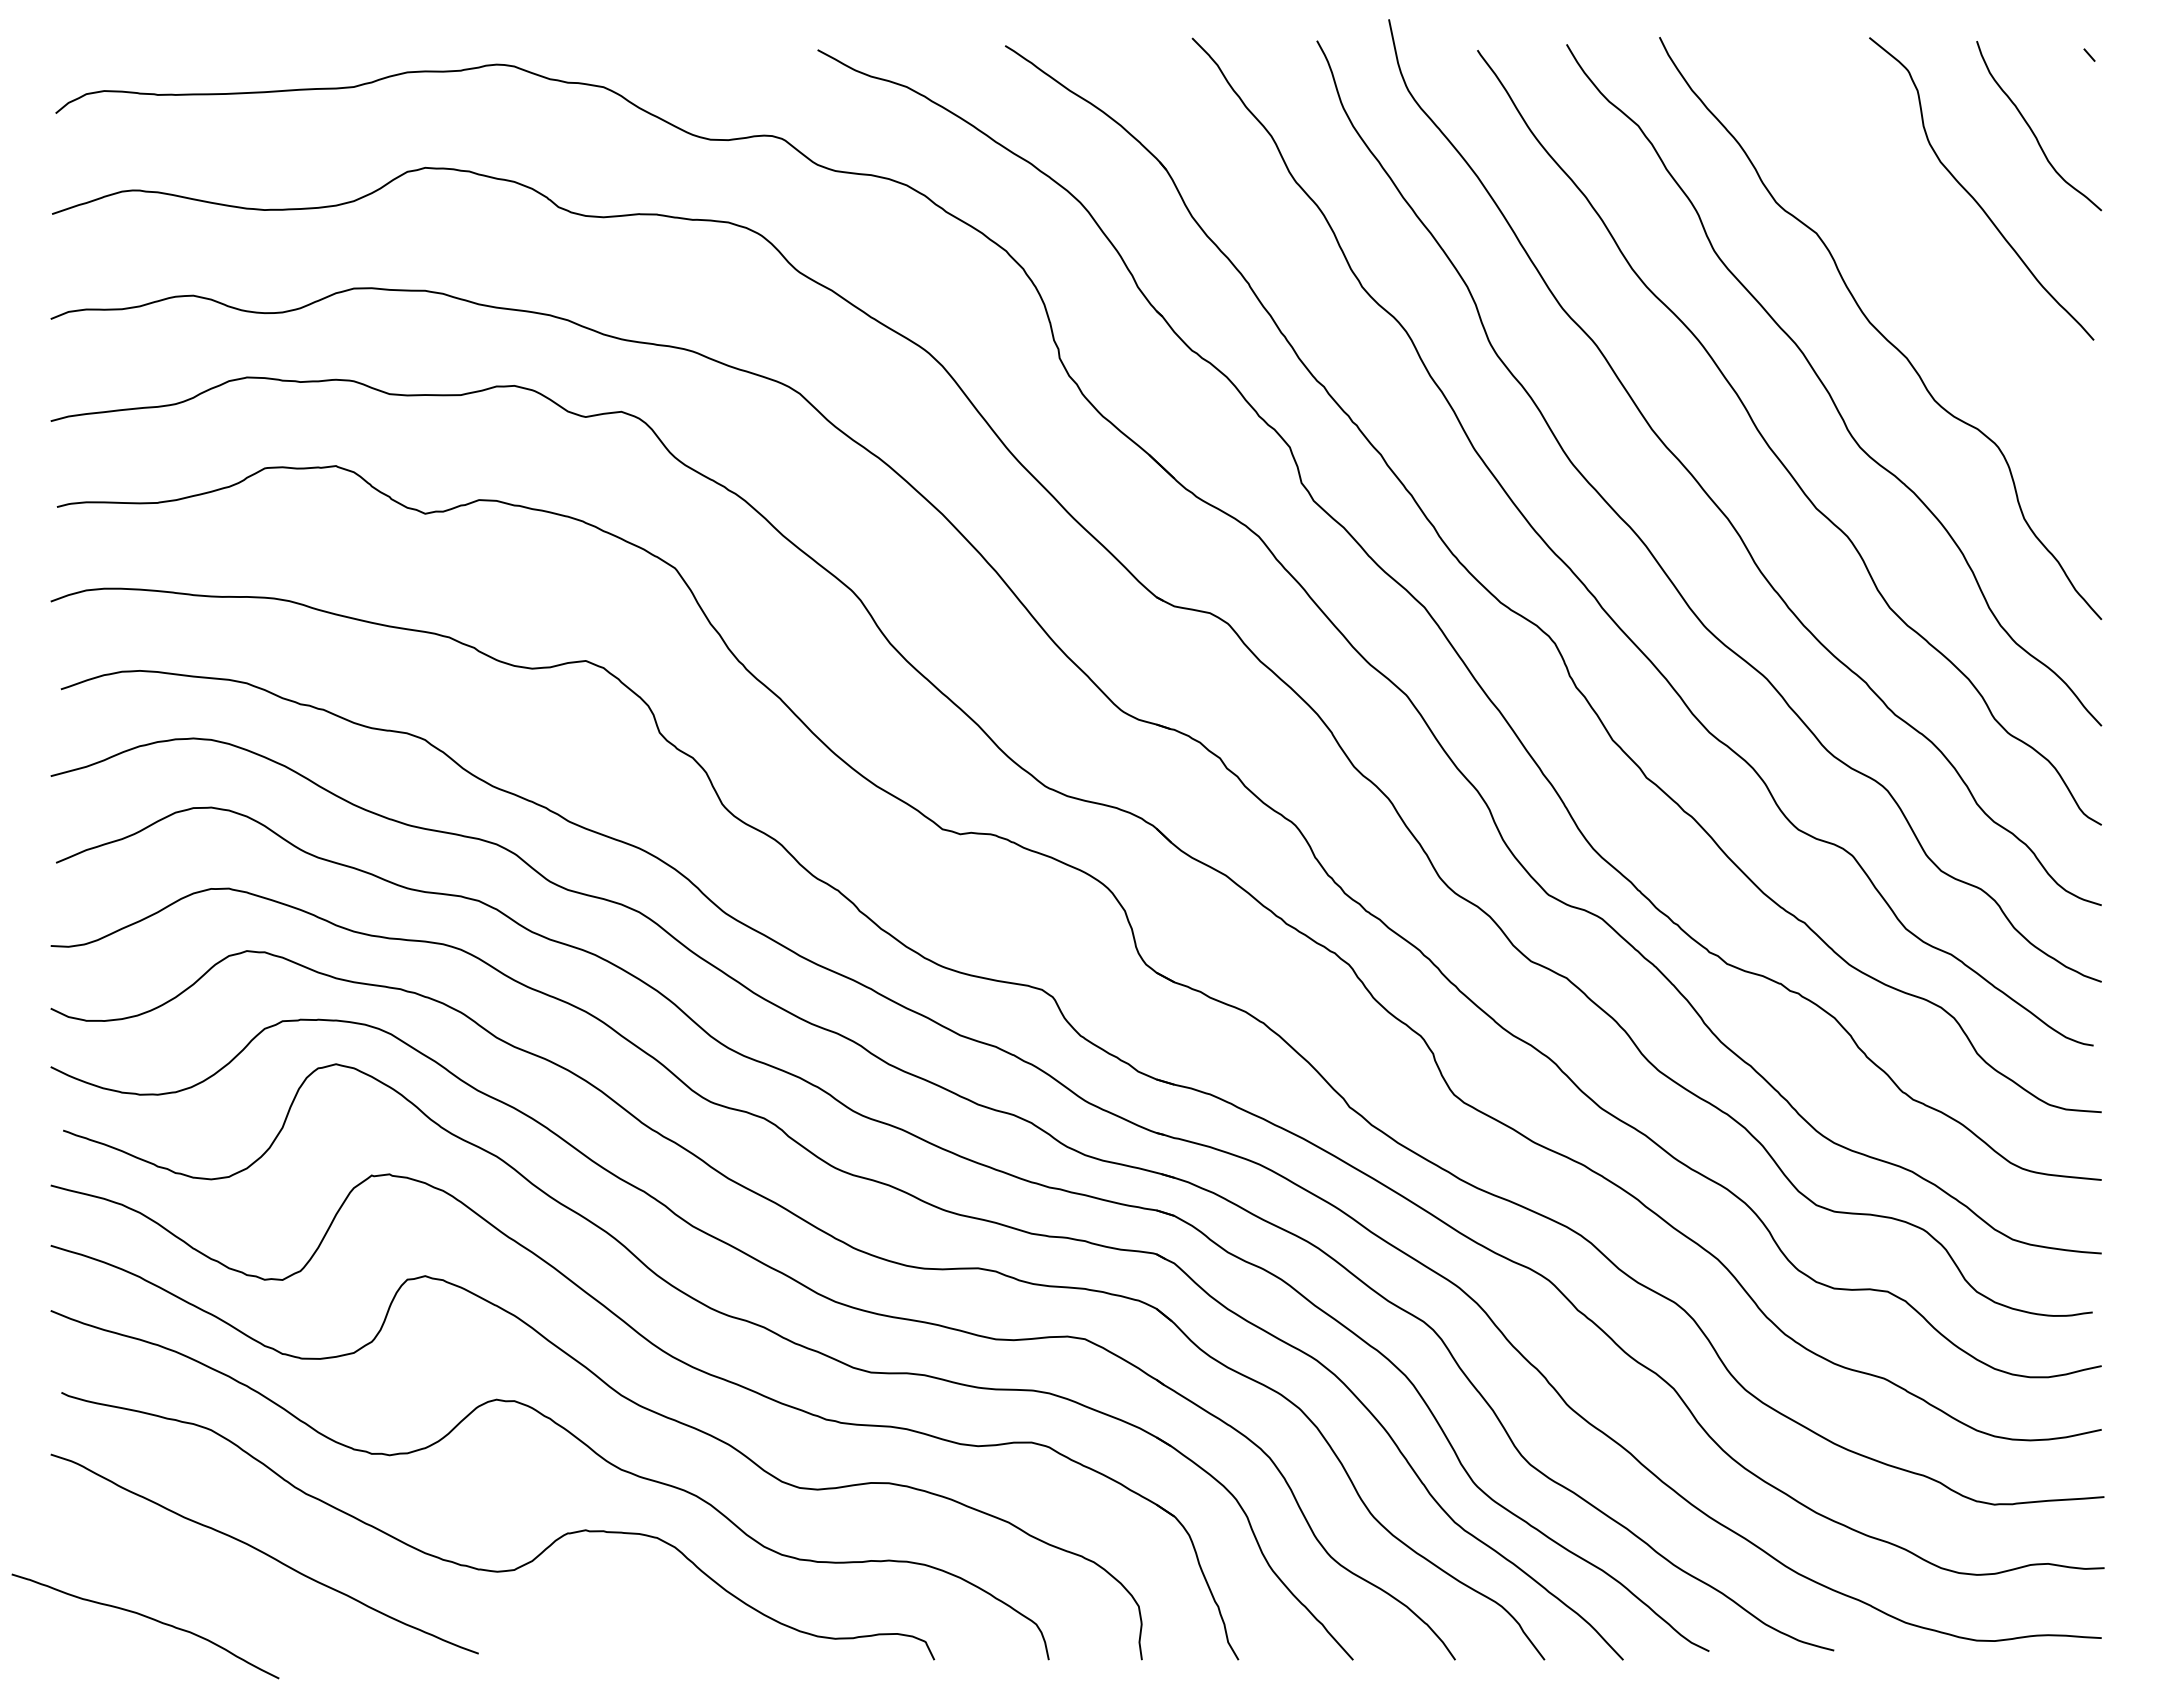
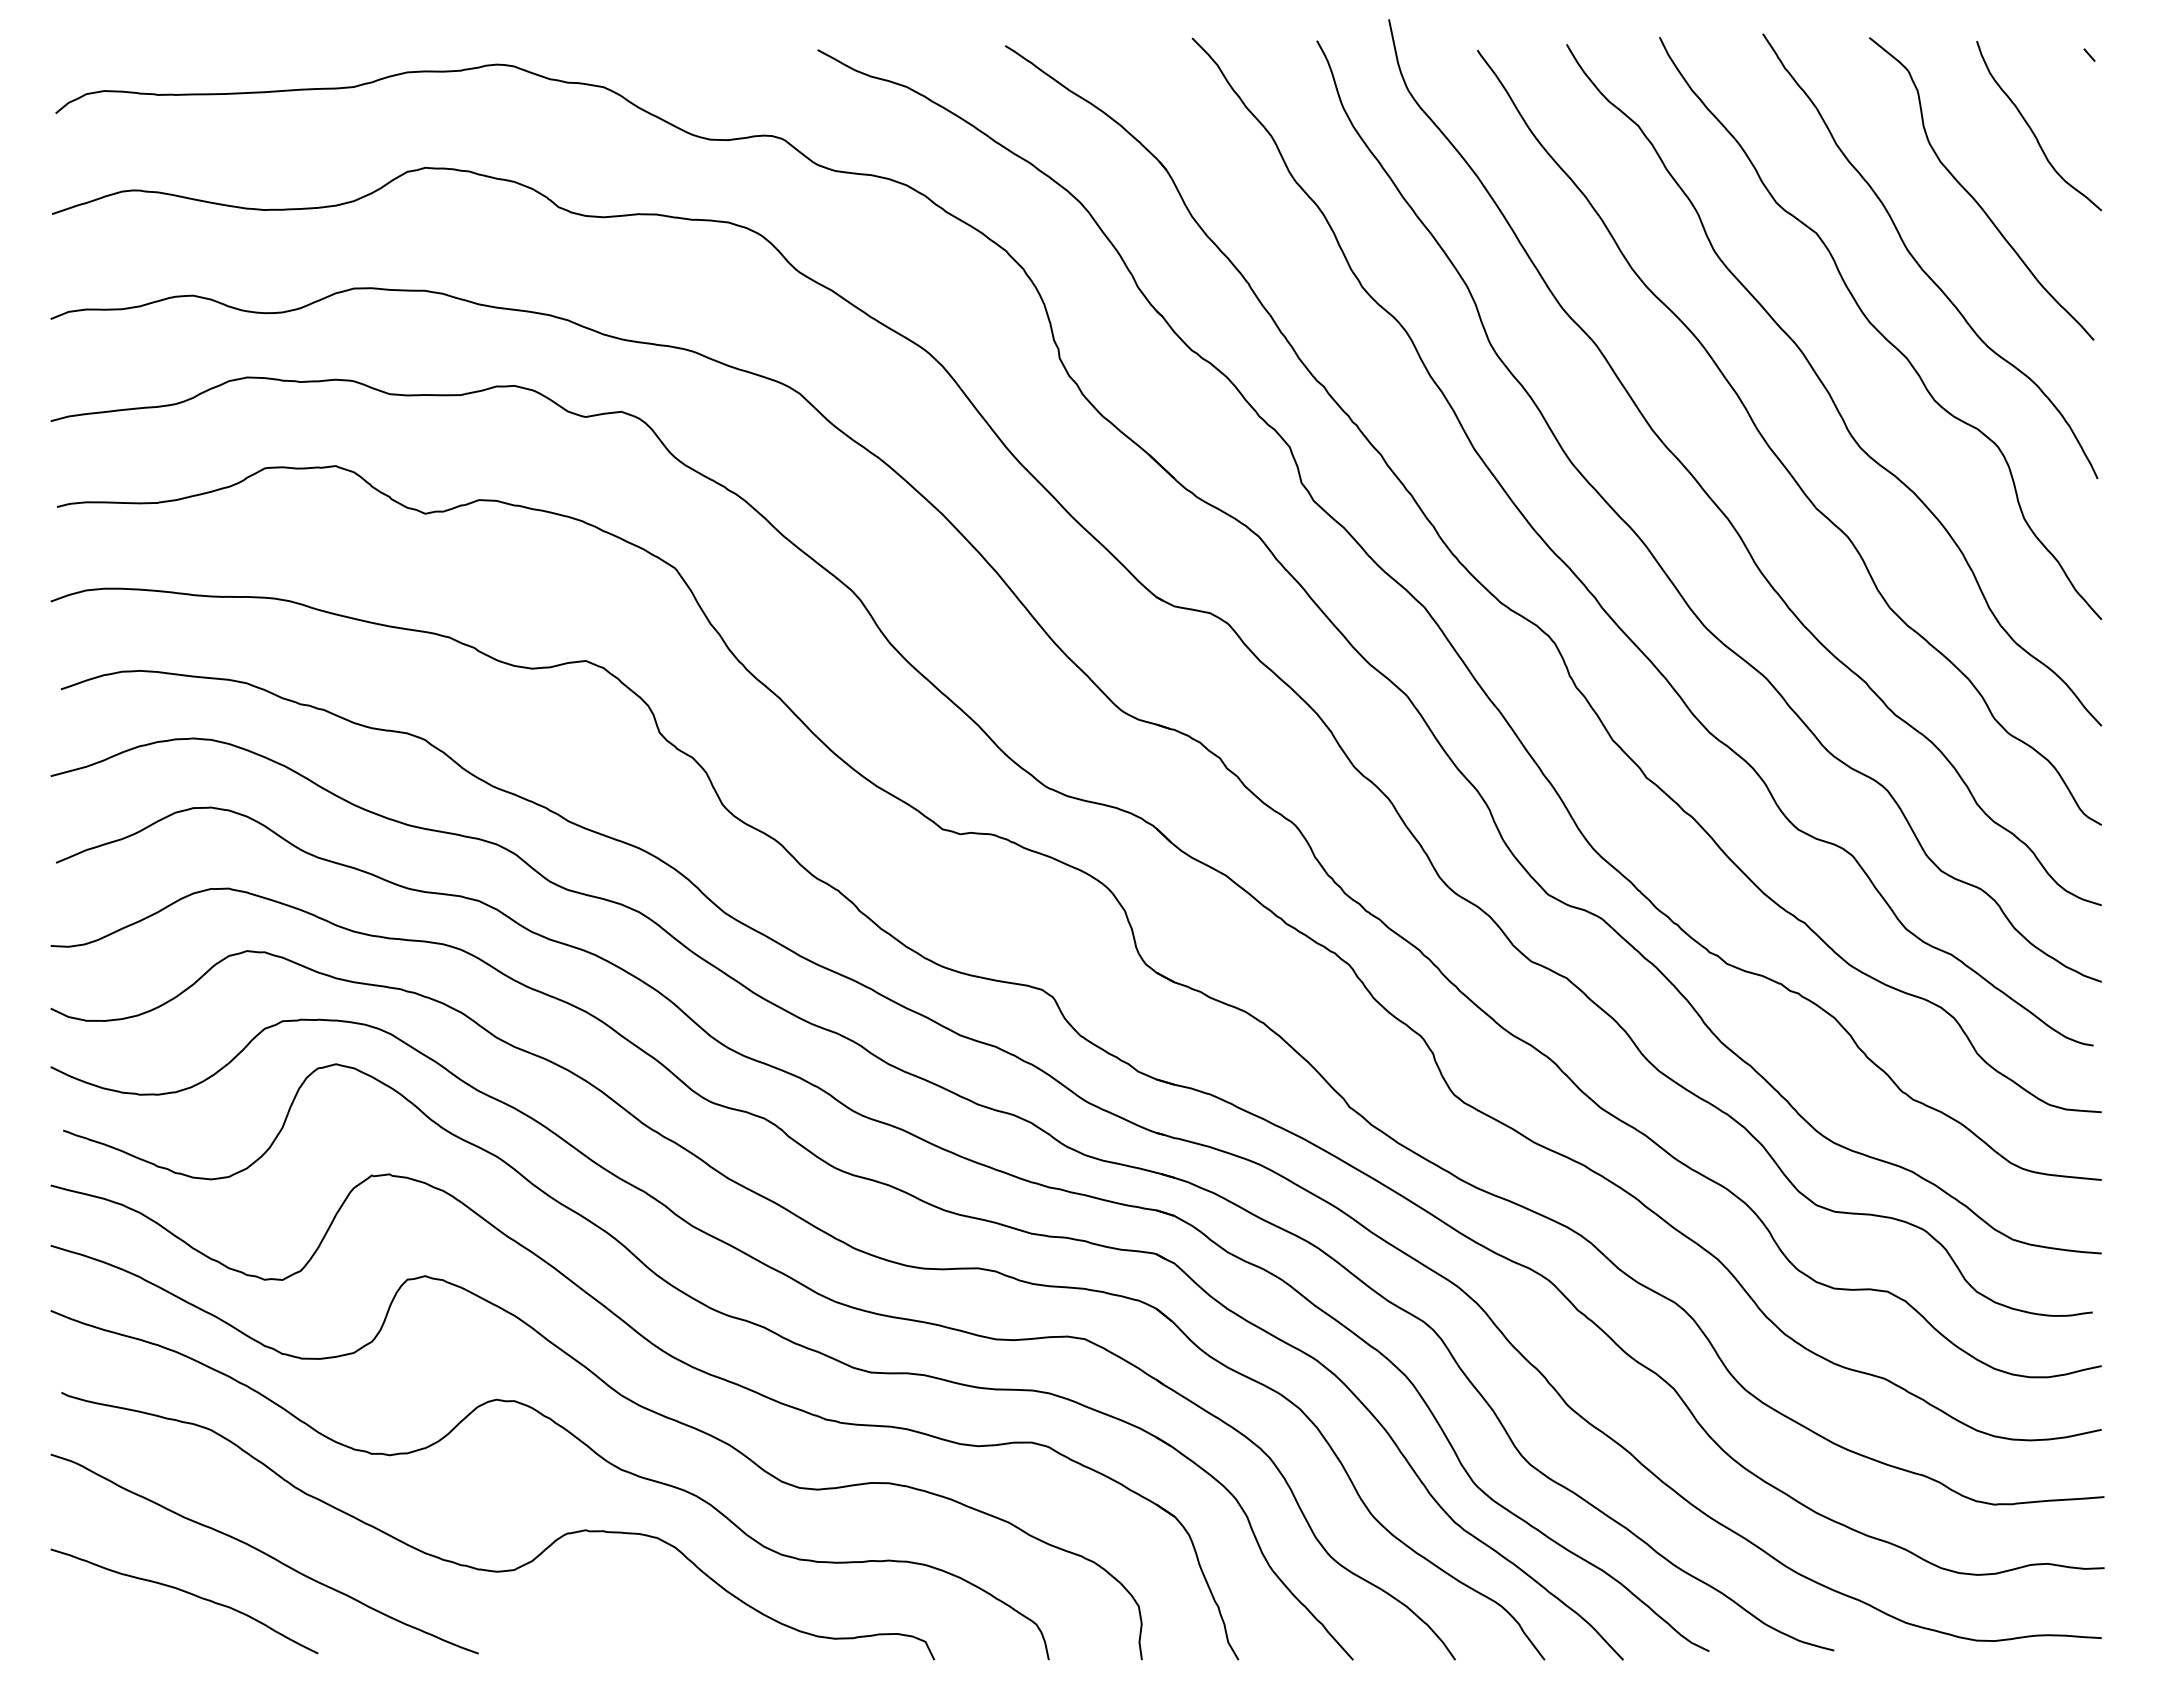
curve at (1918, 262): none -> present
curve at (147, 1618) position: (147, 1618) -> (186, 1593)
